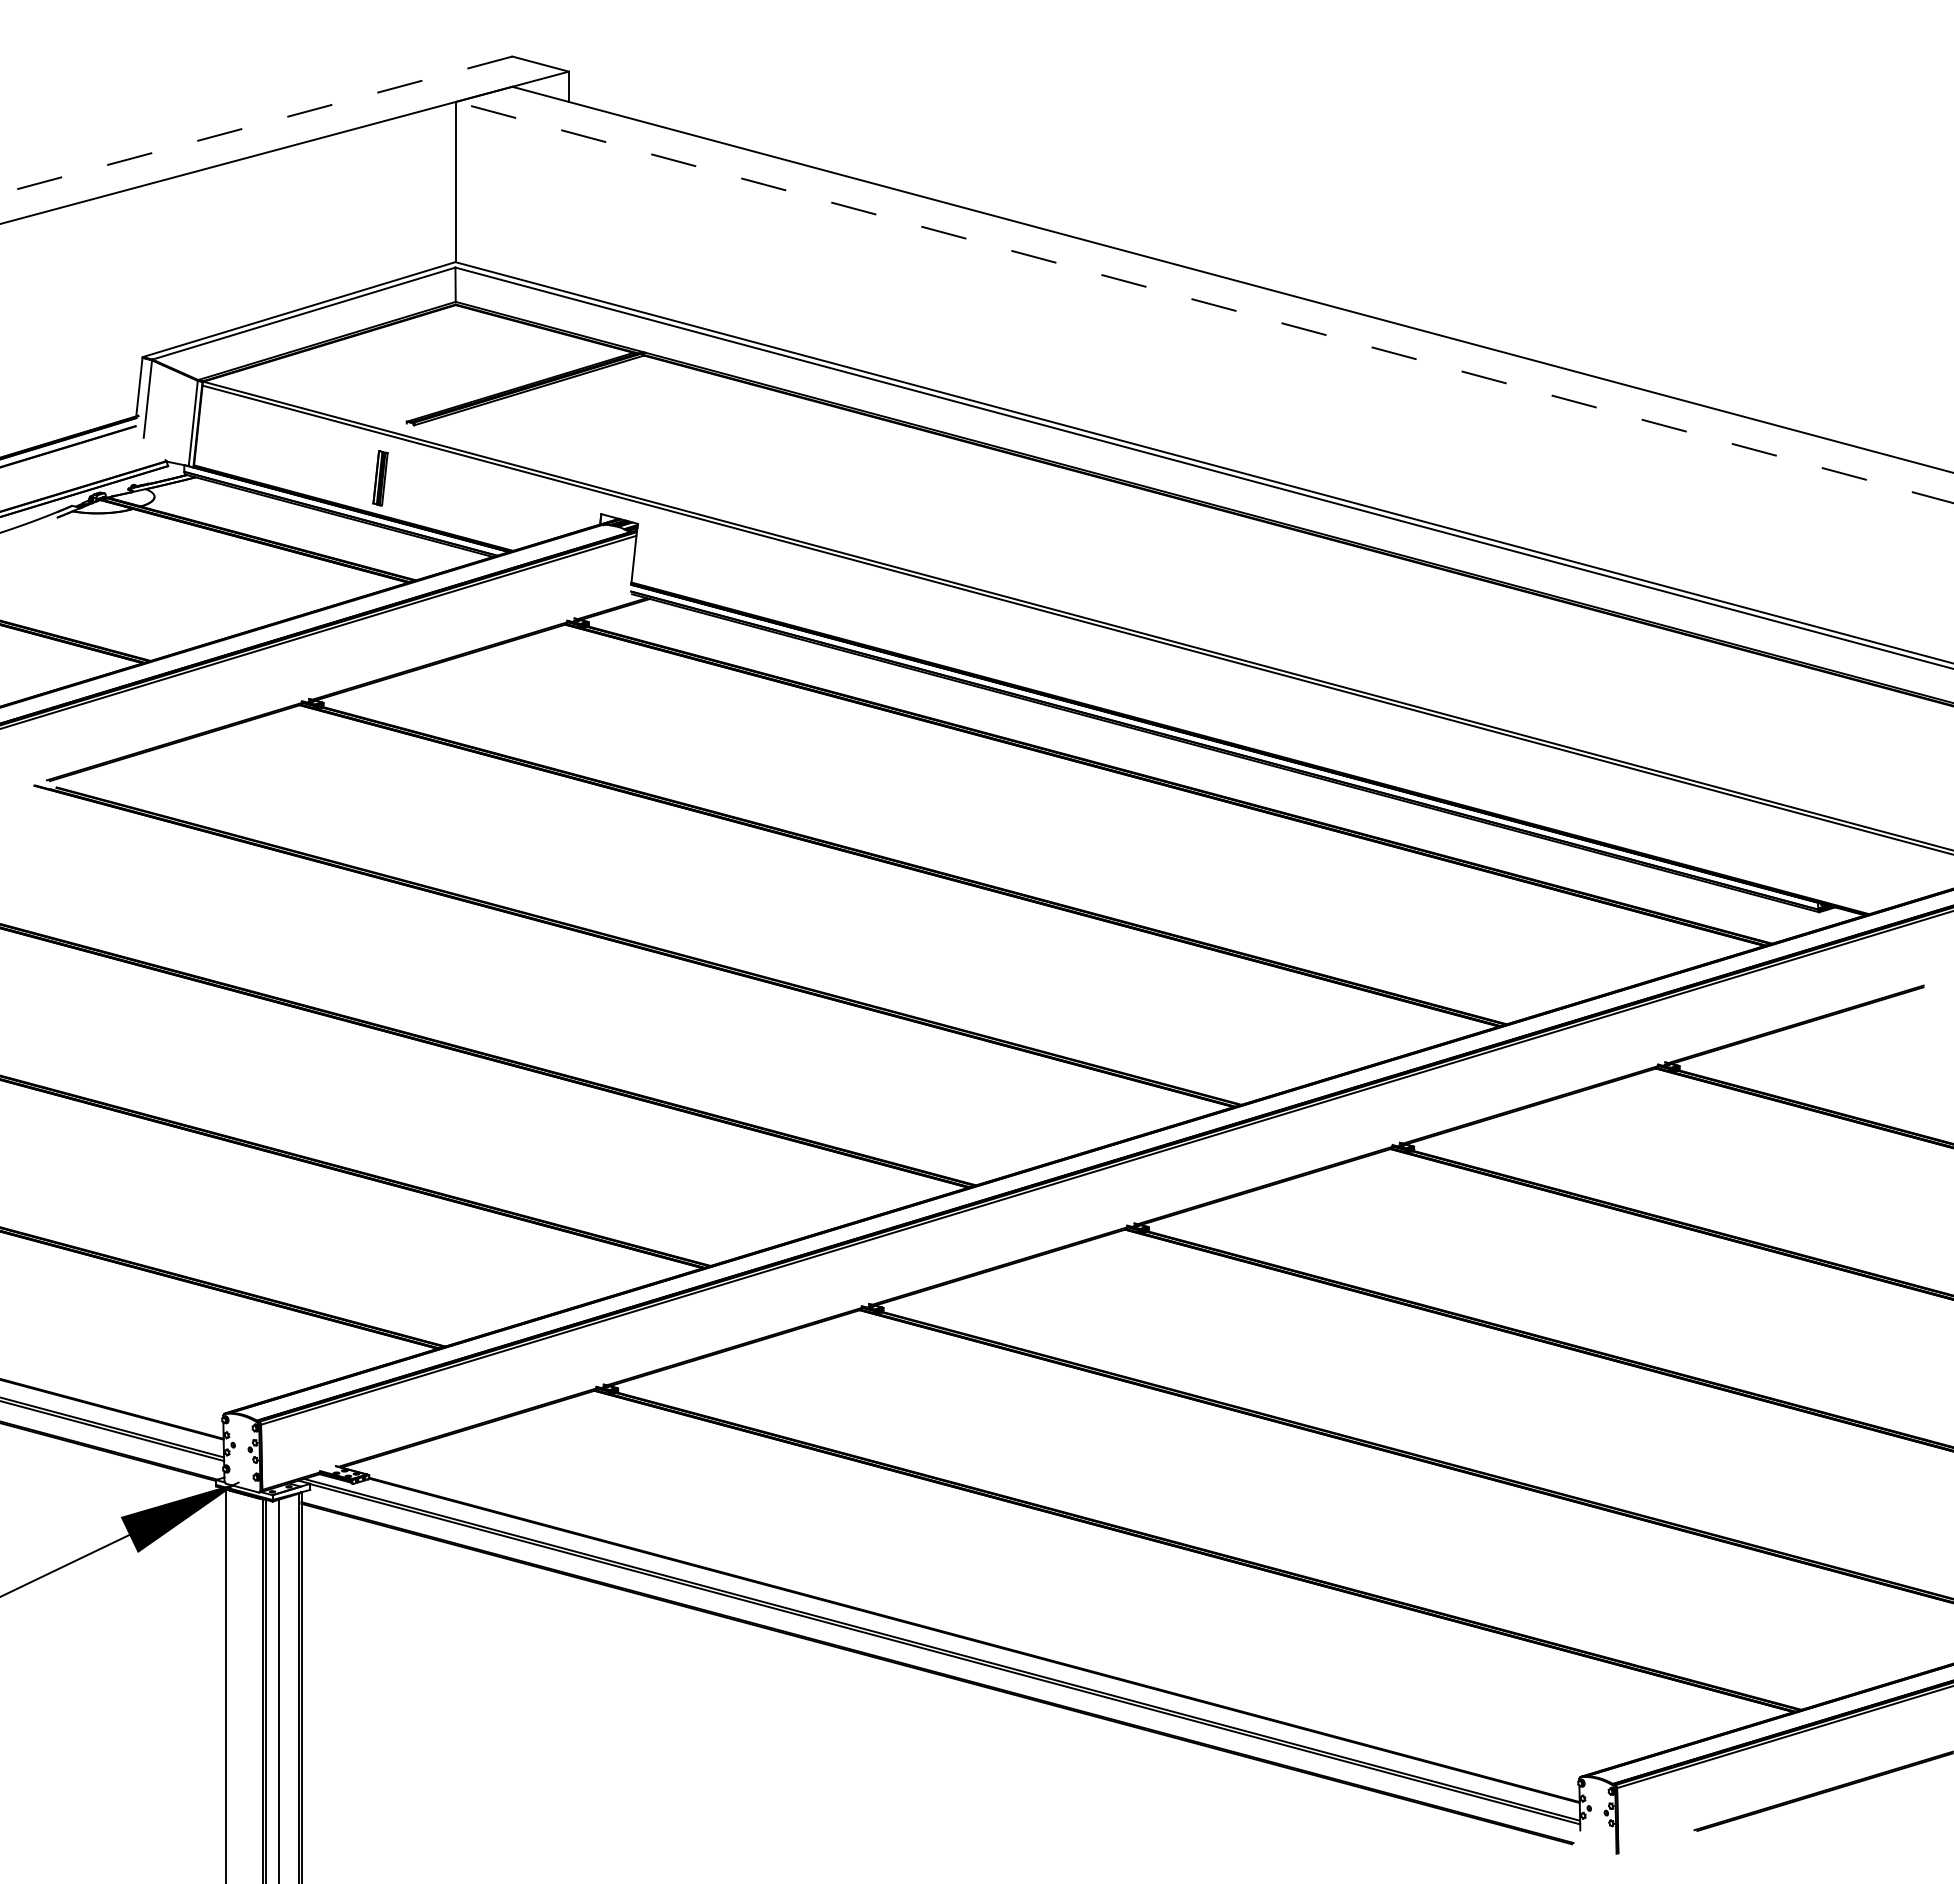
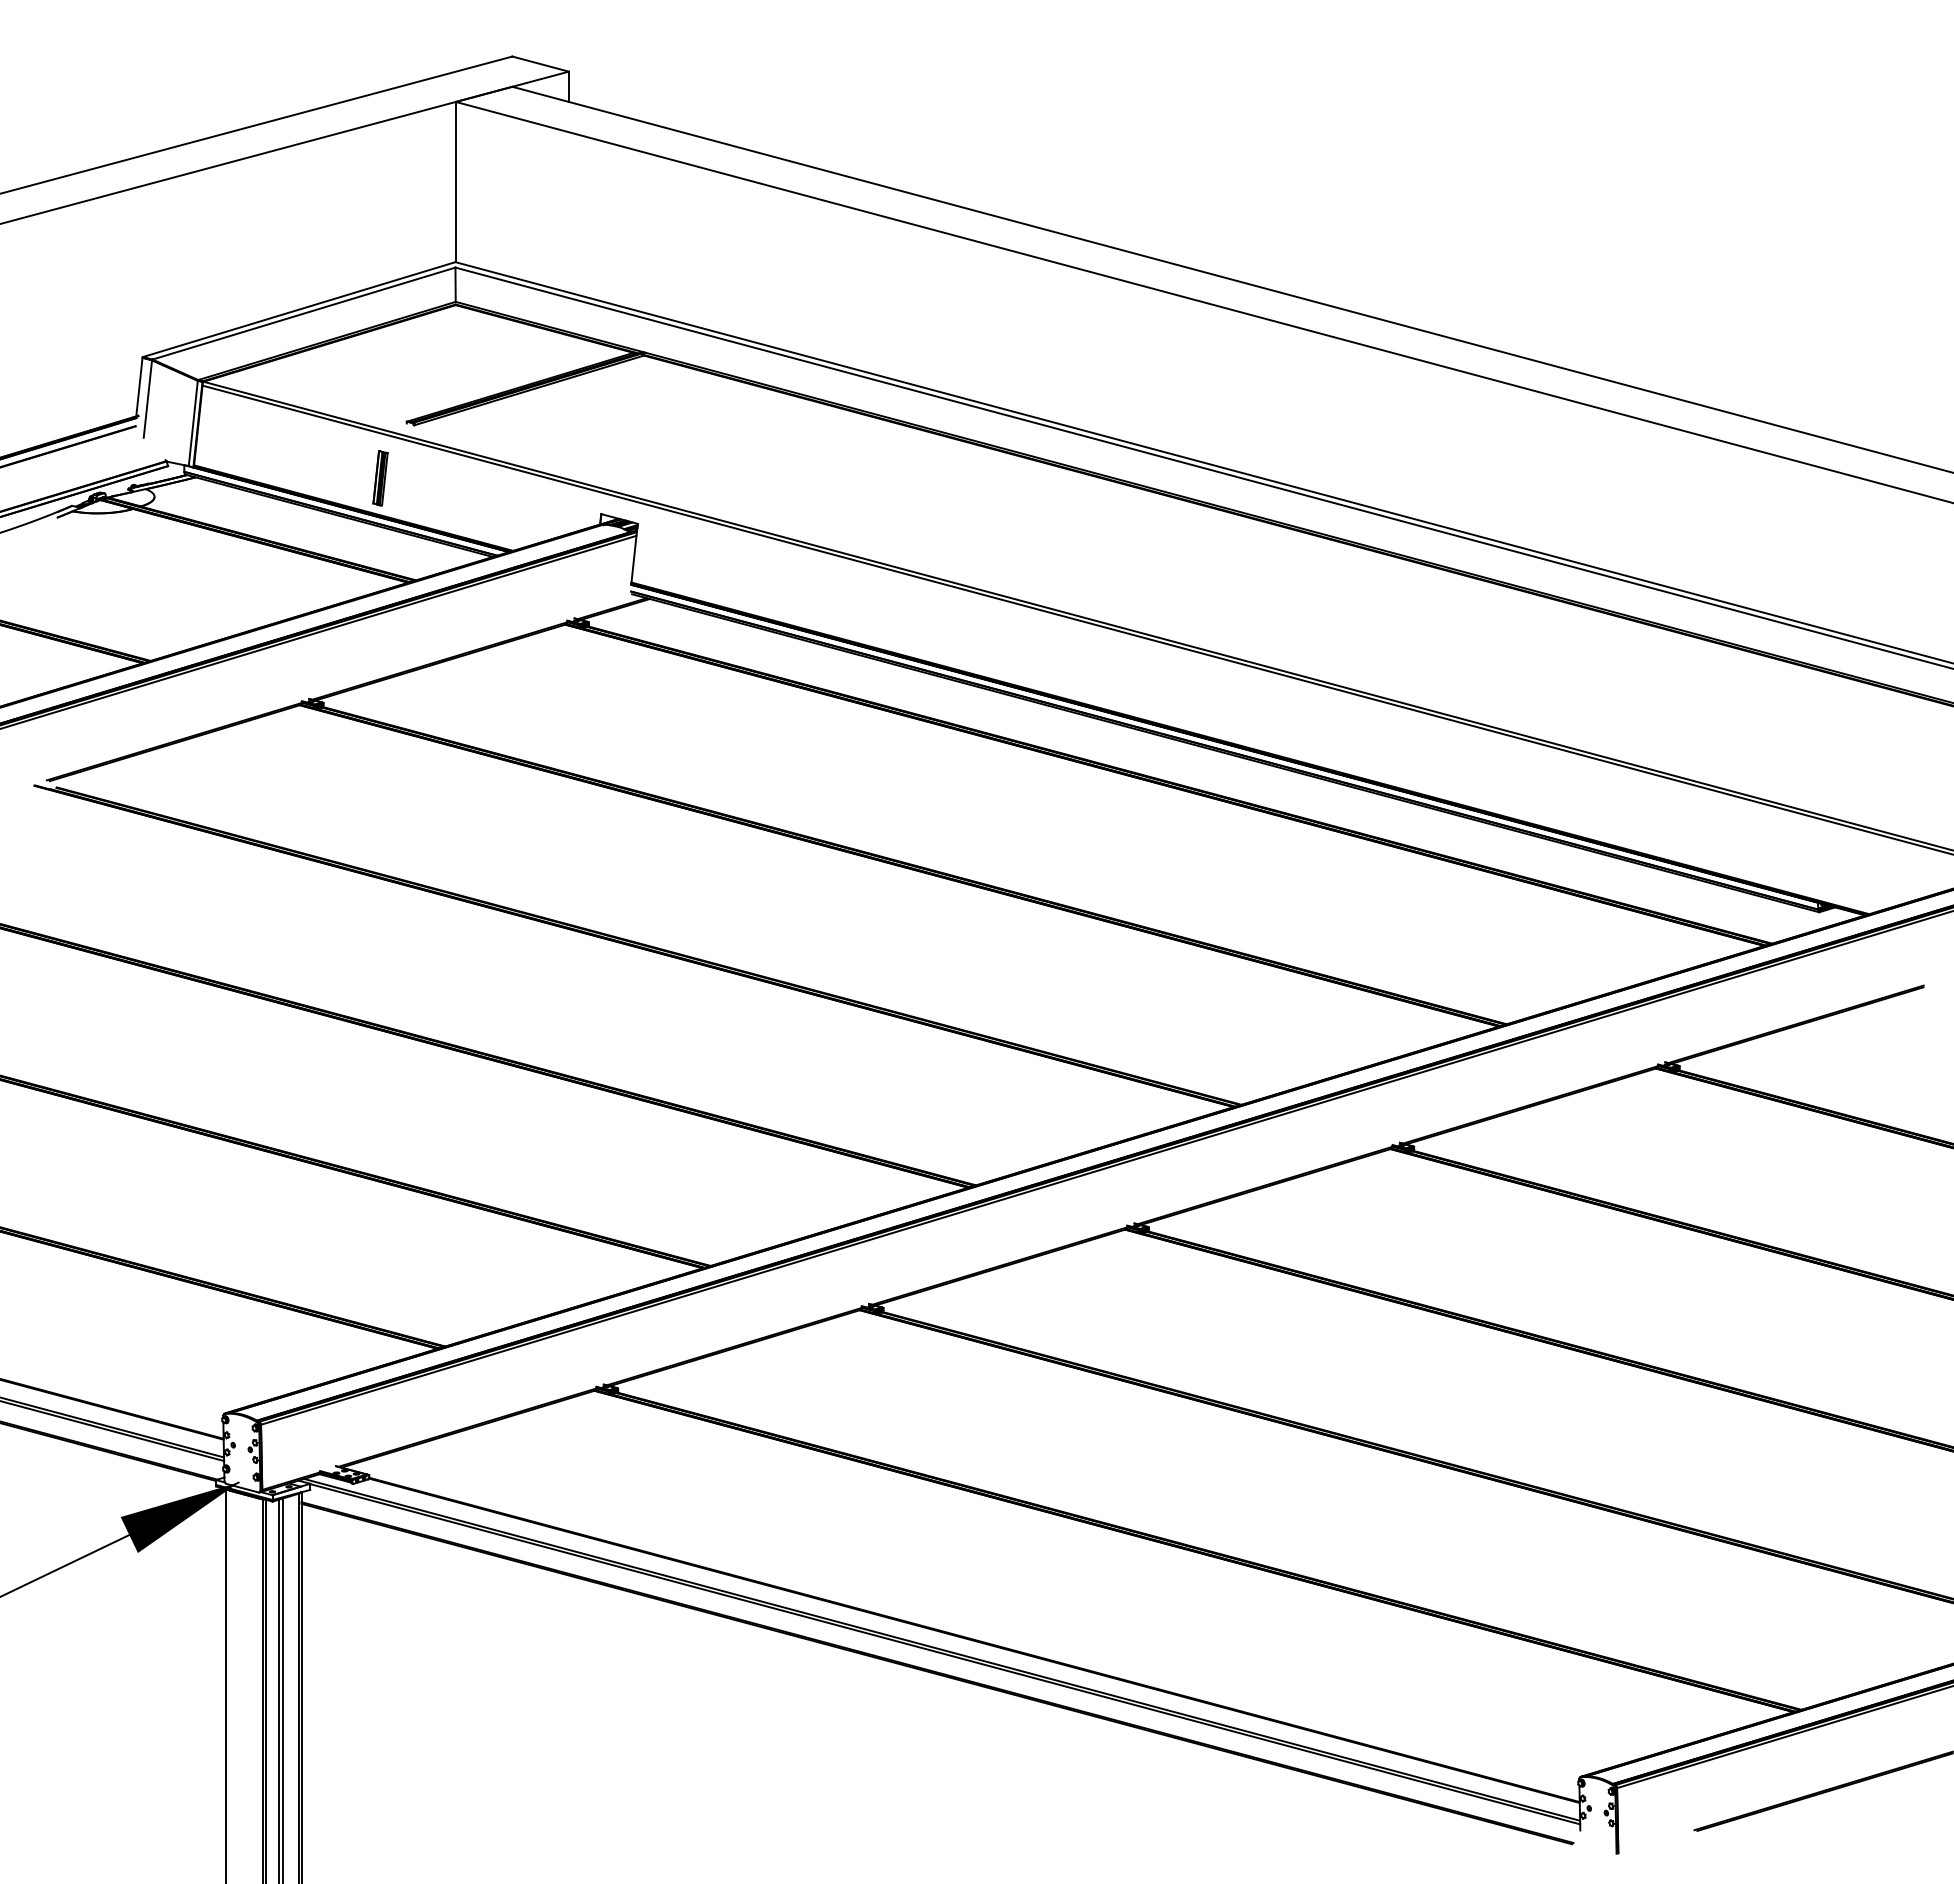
line at (256, 125): dashed -> solid
line at (1204, 302): dashed -> solid
line at (282, 1689): none -> present
